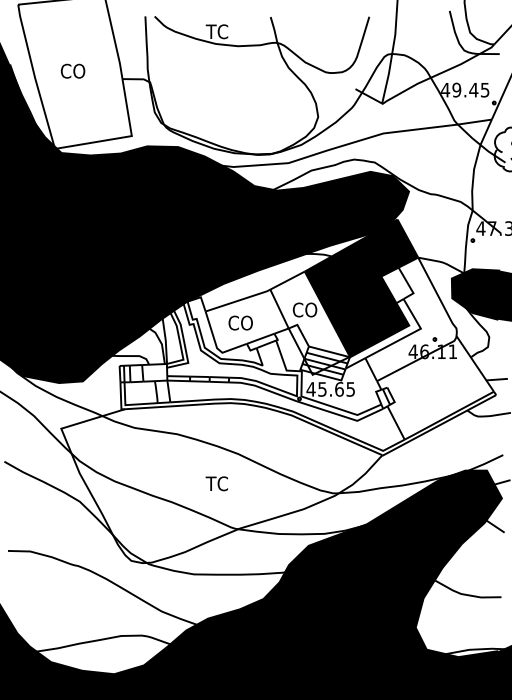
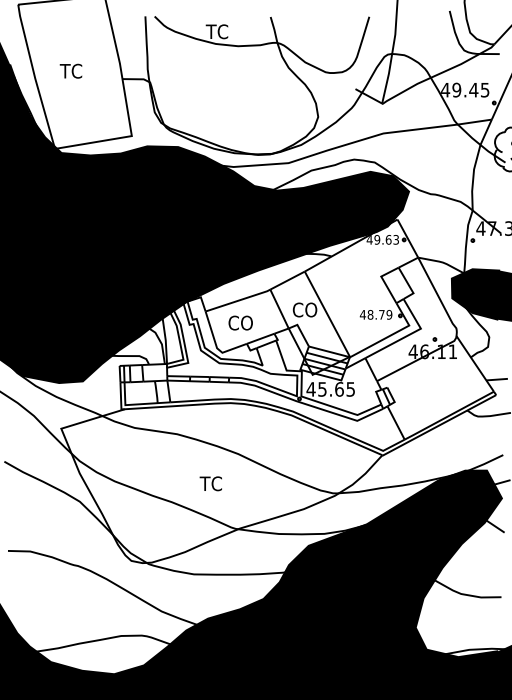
text at (72, 70): CO -> TC
fill at (361, 288): present -> none
text at (216, 483) position: (216, 483) -> (210, 483)
